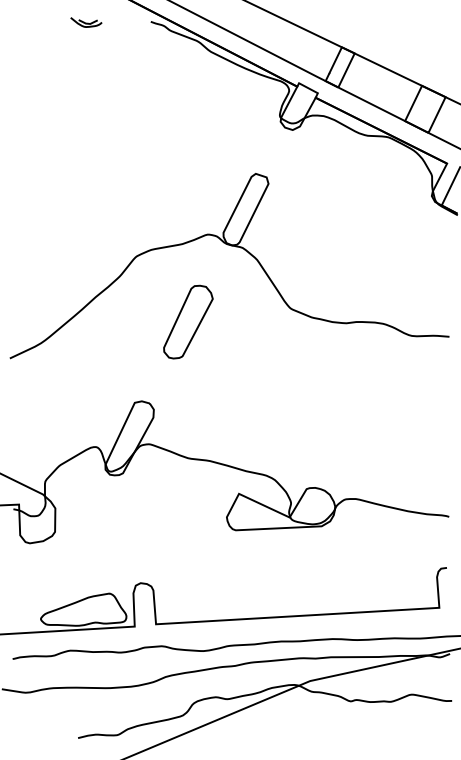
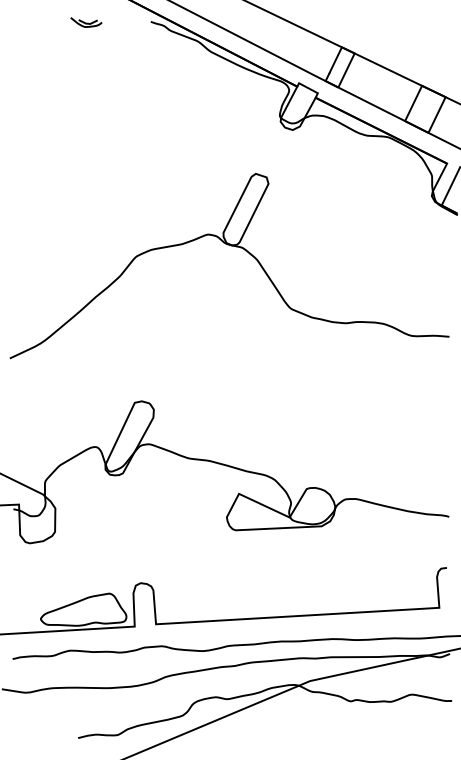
part at (188, 321): present -> none
